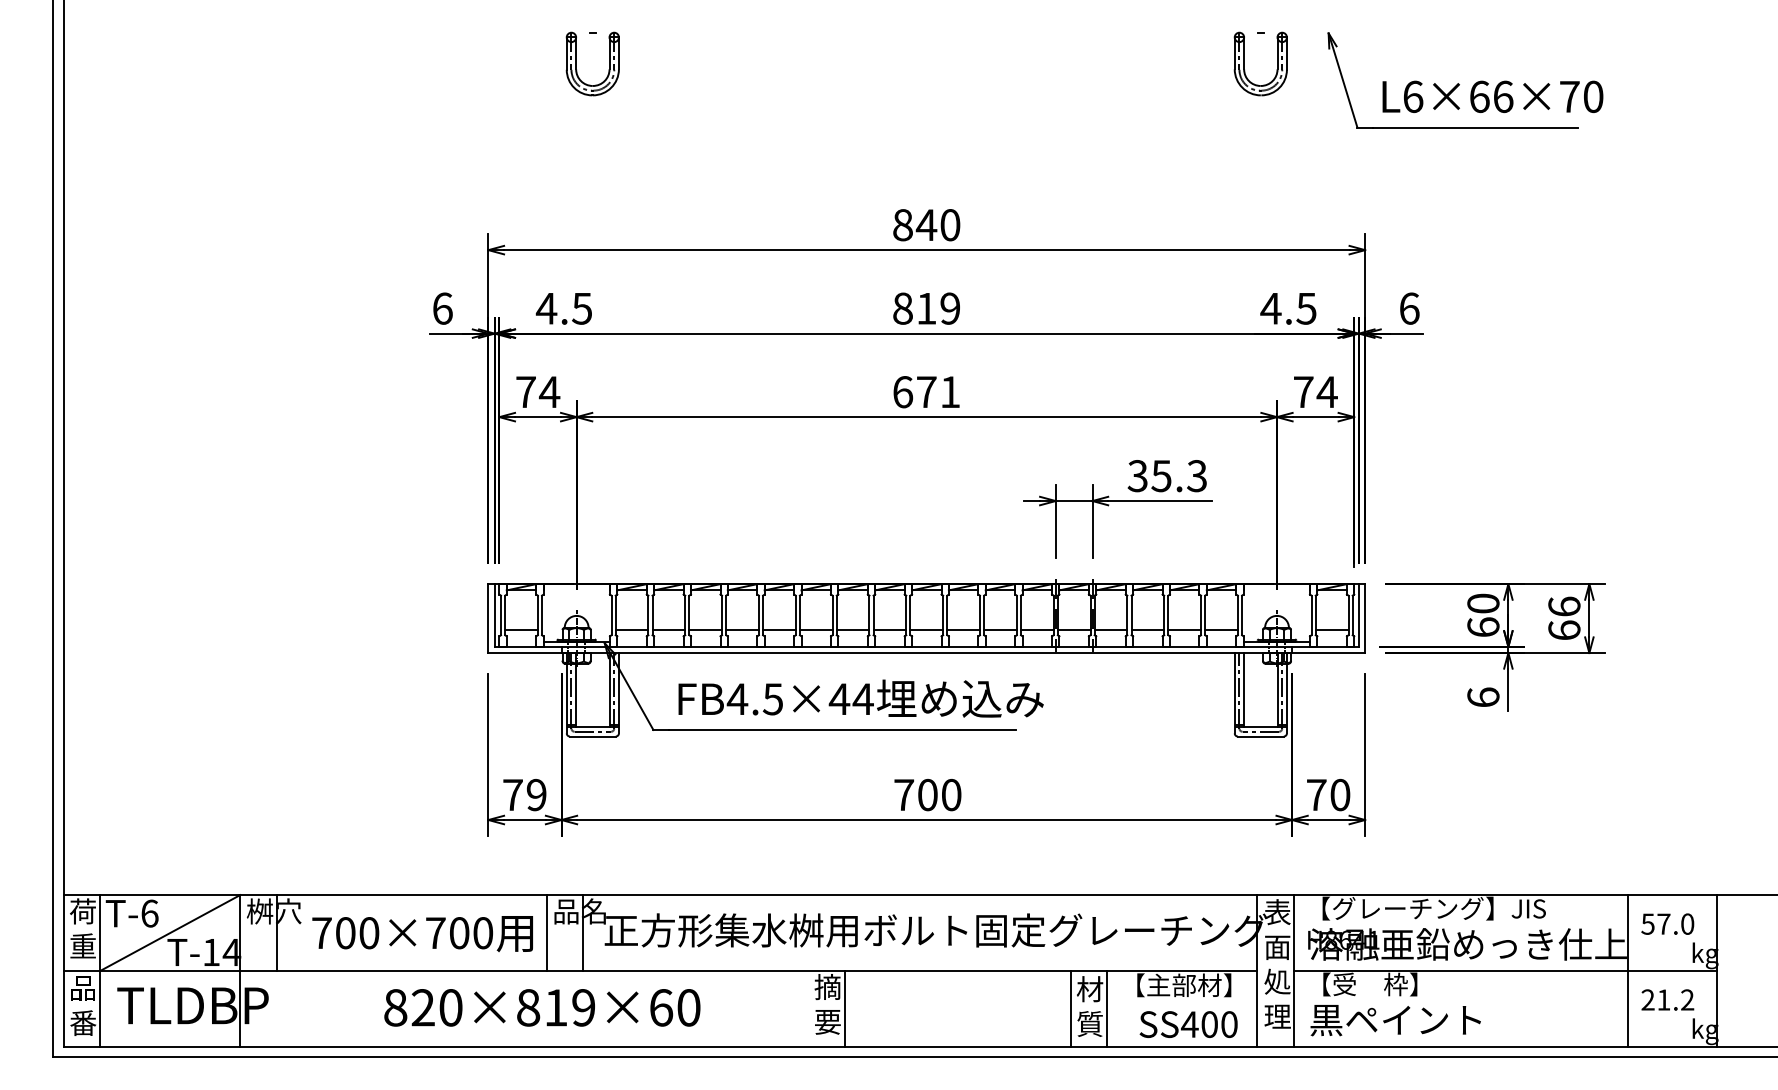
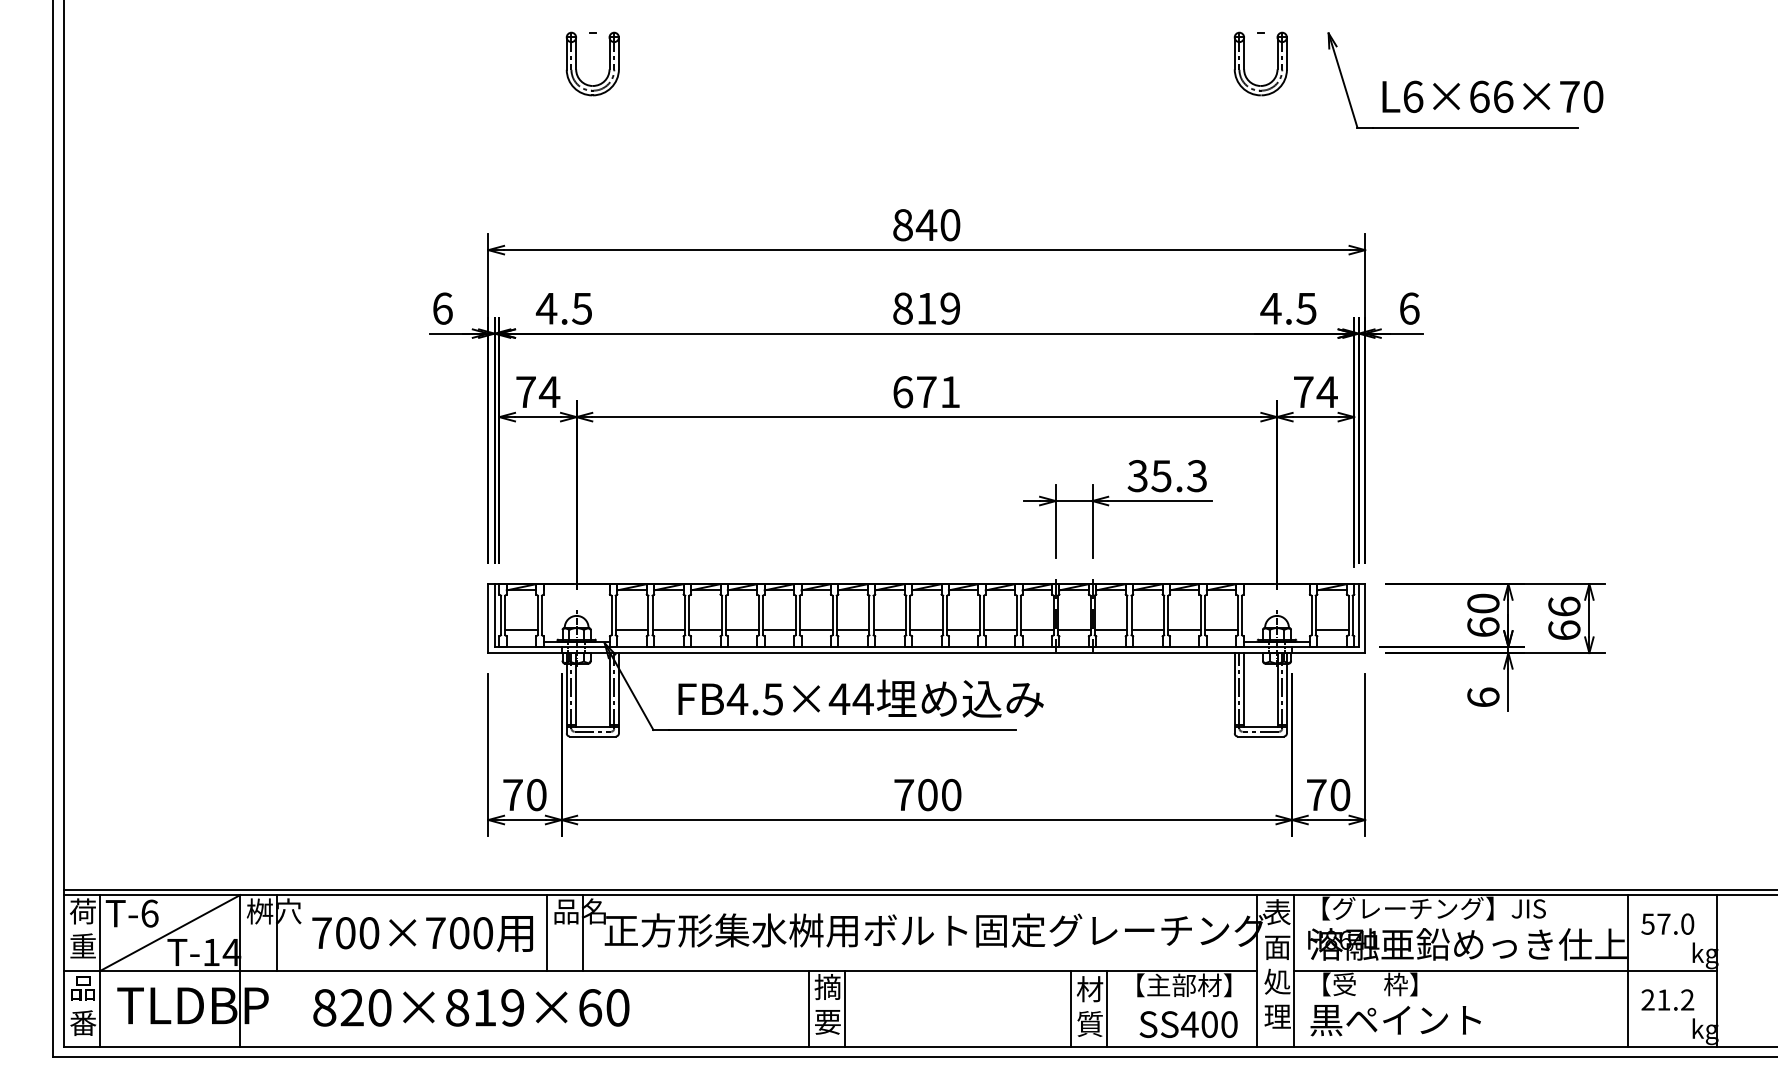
text at (536, 795): 79 -> 70
line at (918, 890): none -> present
text at (542, 1007) position: (542, 1007) -> (471, 1007)
line at (808, 1008): none -> present
